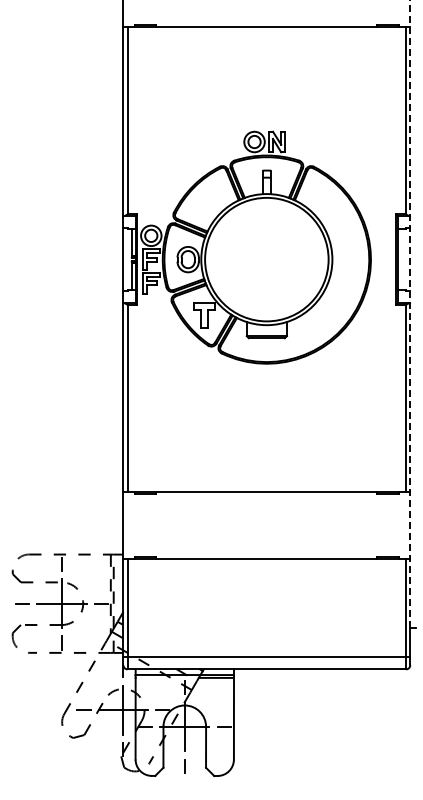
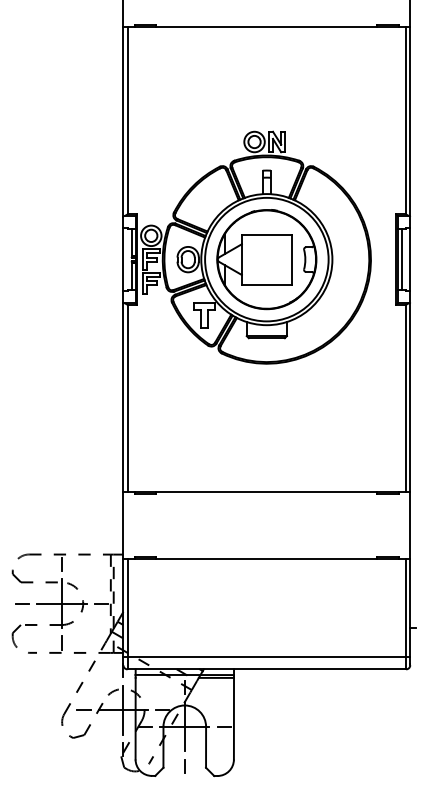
part at (266, 259): none -> present
line at (402, 259): none -> present
line at (410, 314): dashed -> solid
